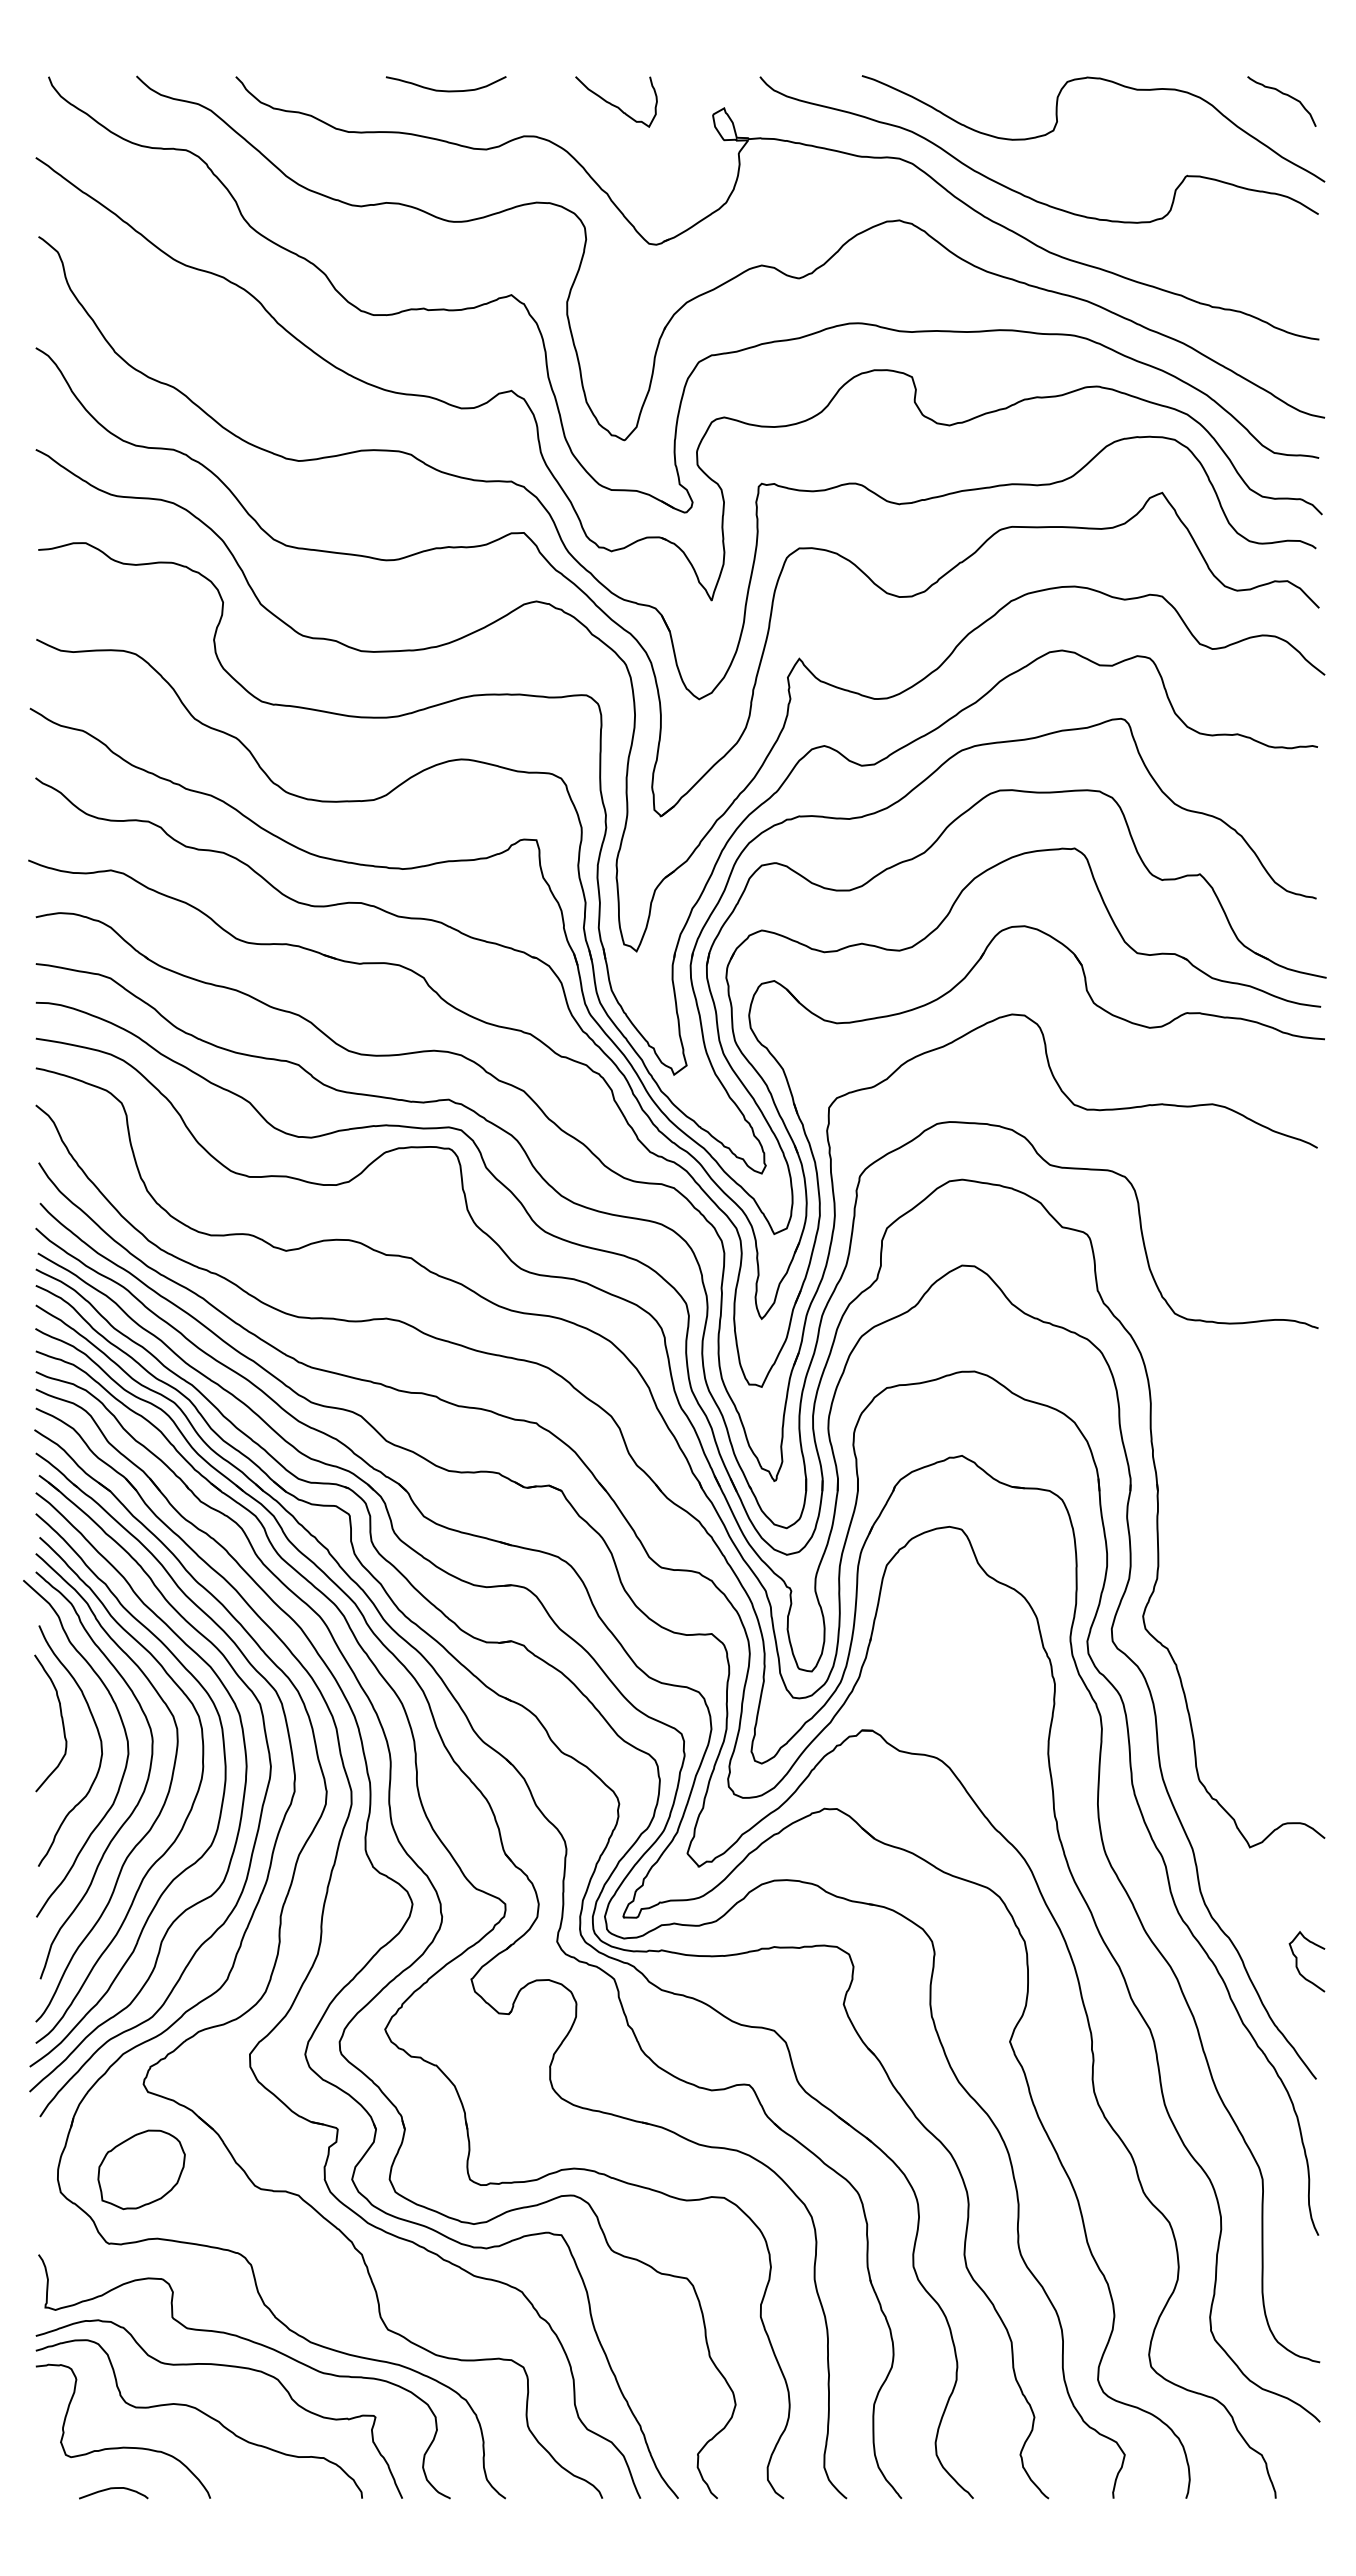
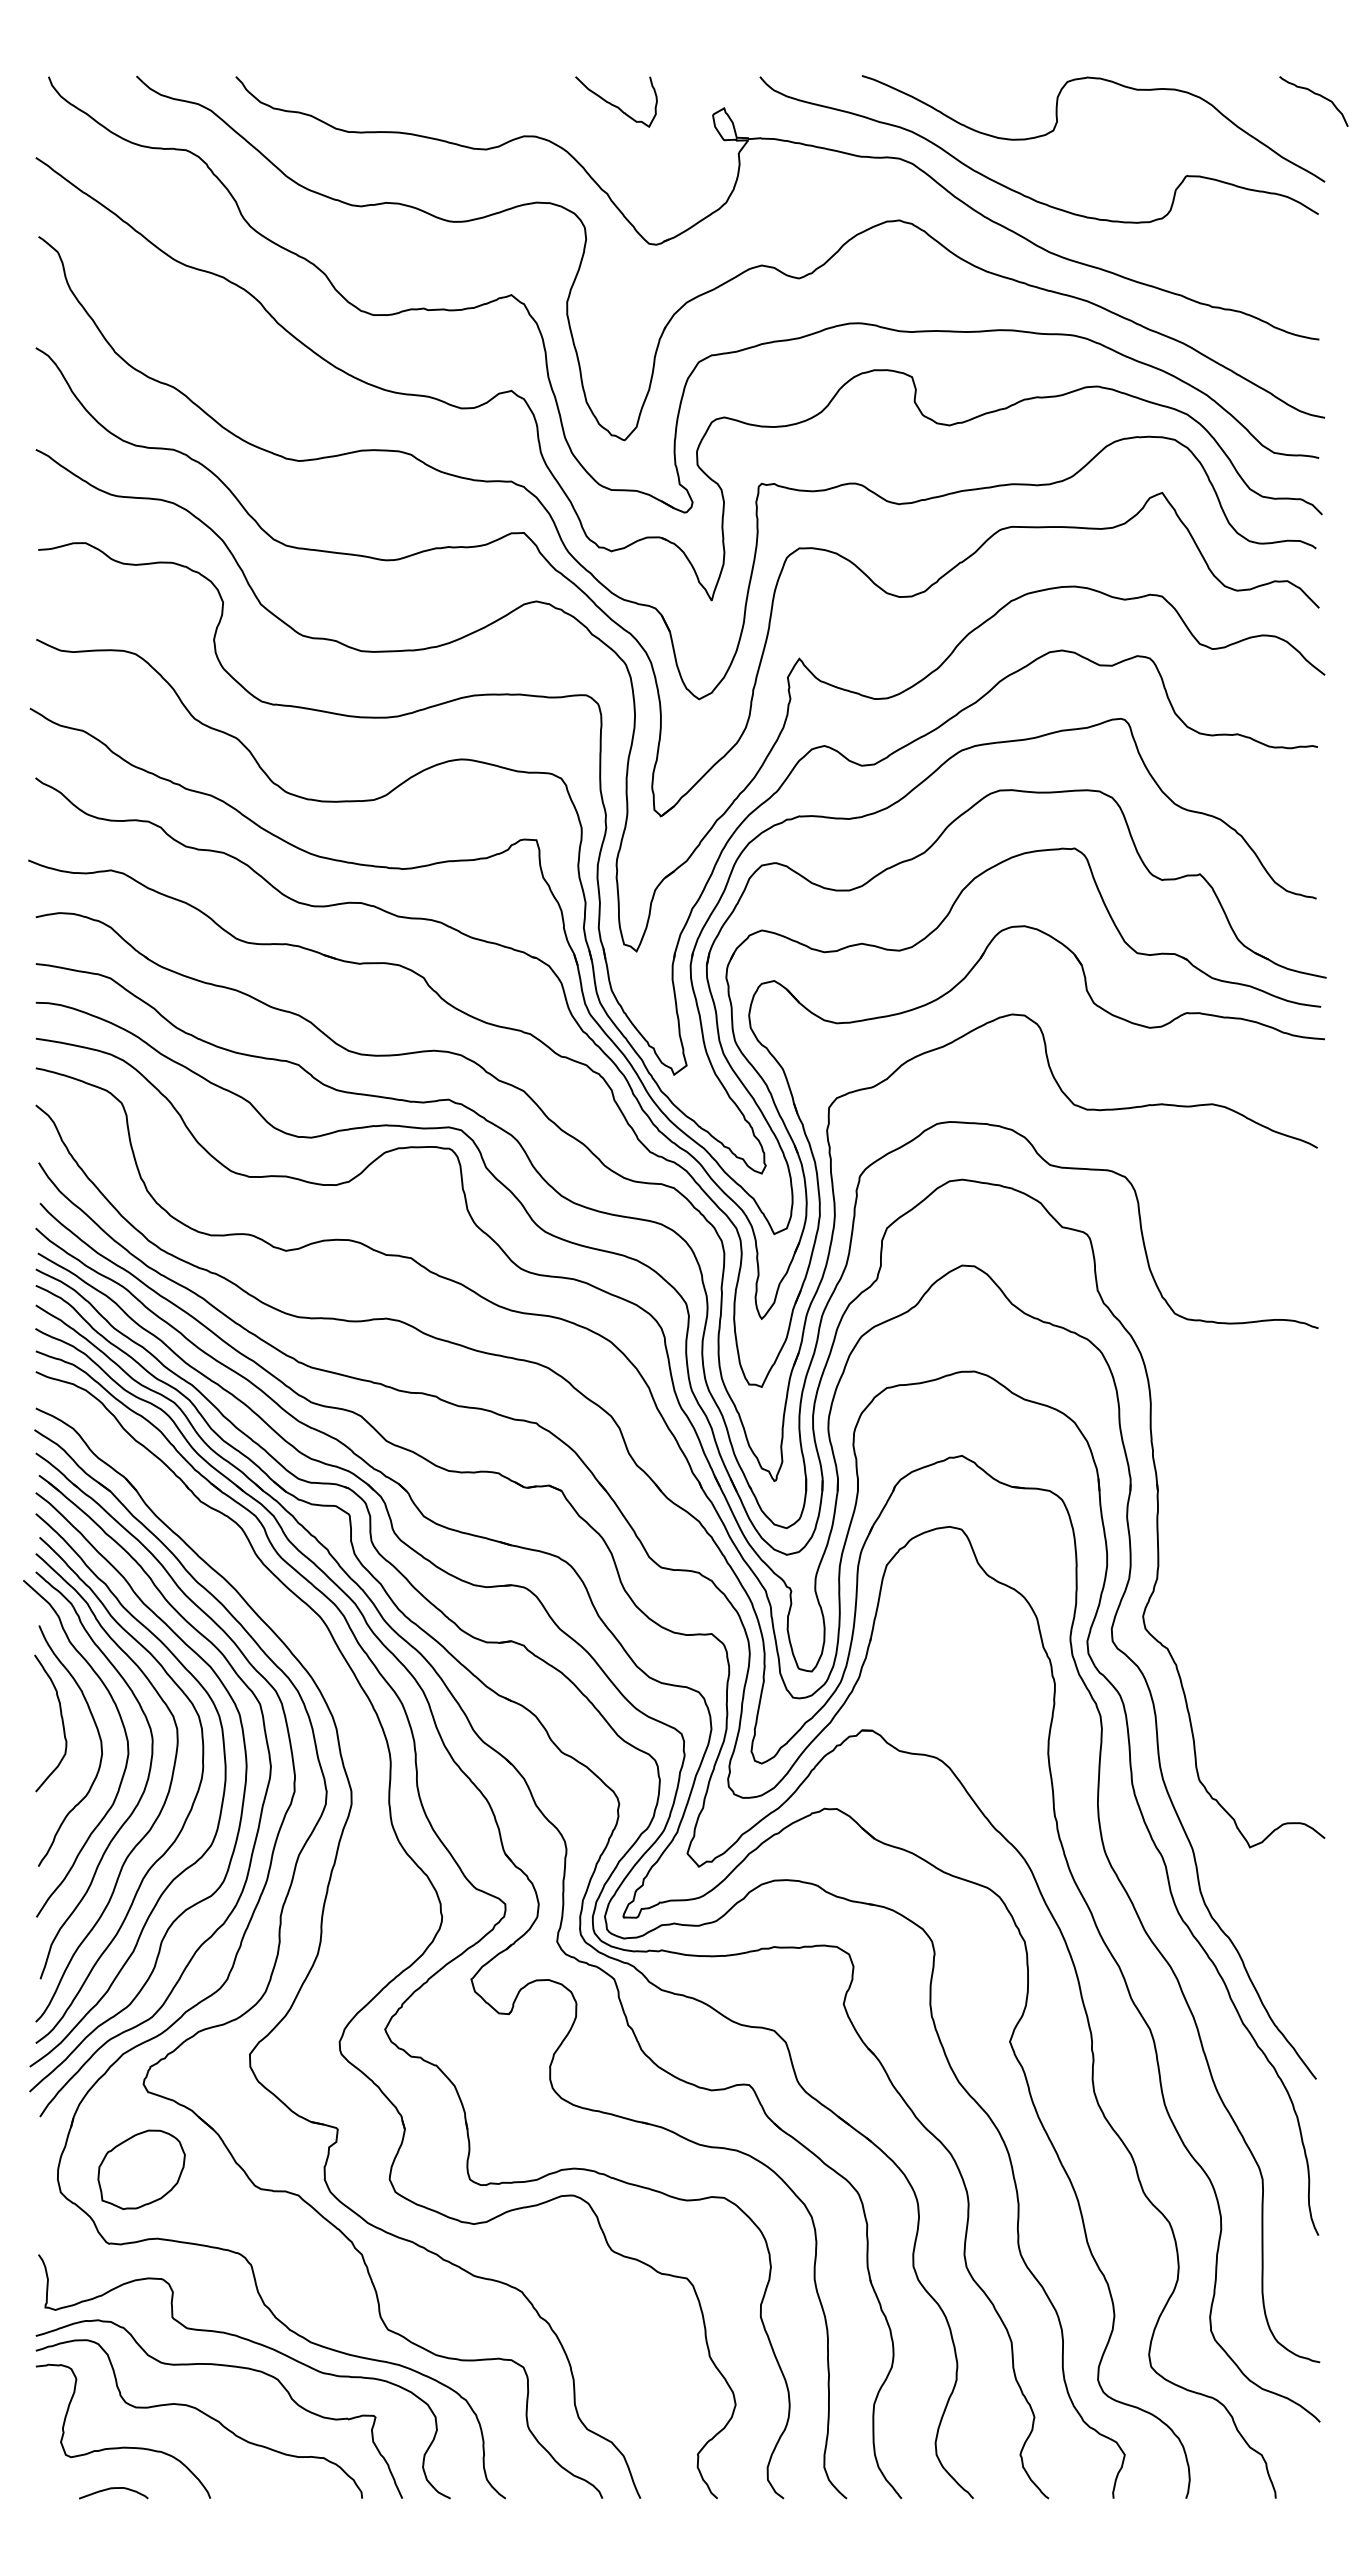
curve at (445, 90): present -> none
curve at (1282, 94) position: (1282, 94) -> (1314, 94)
part at (371, 1957): present -> none
curve at (1297, 1961): present -> none
